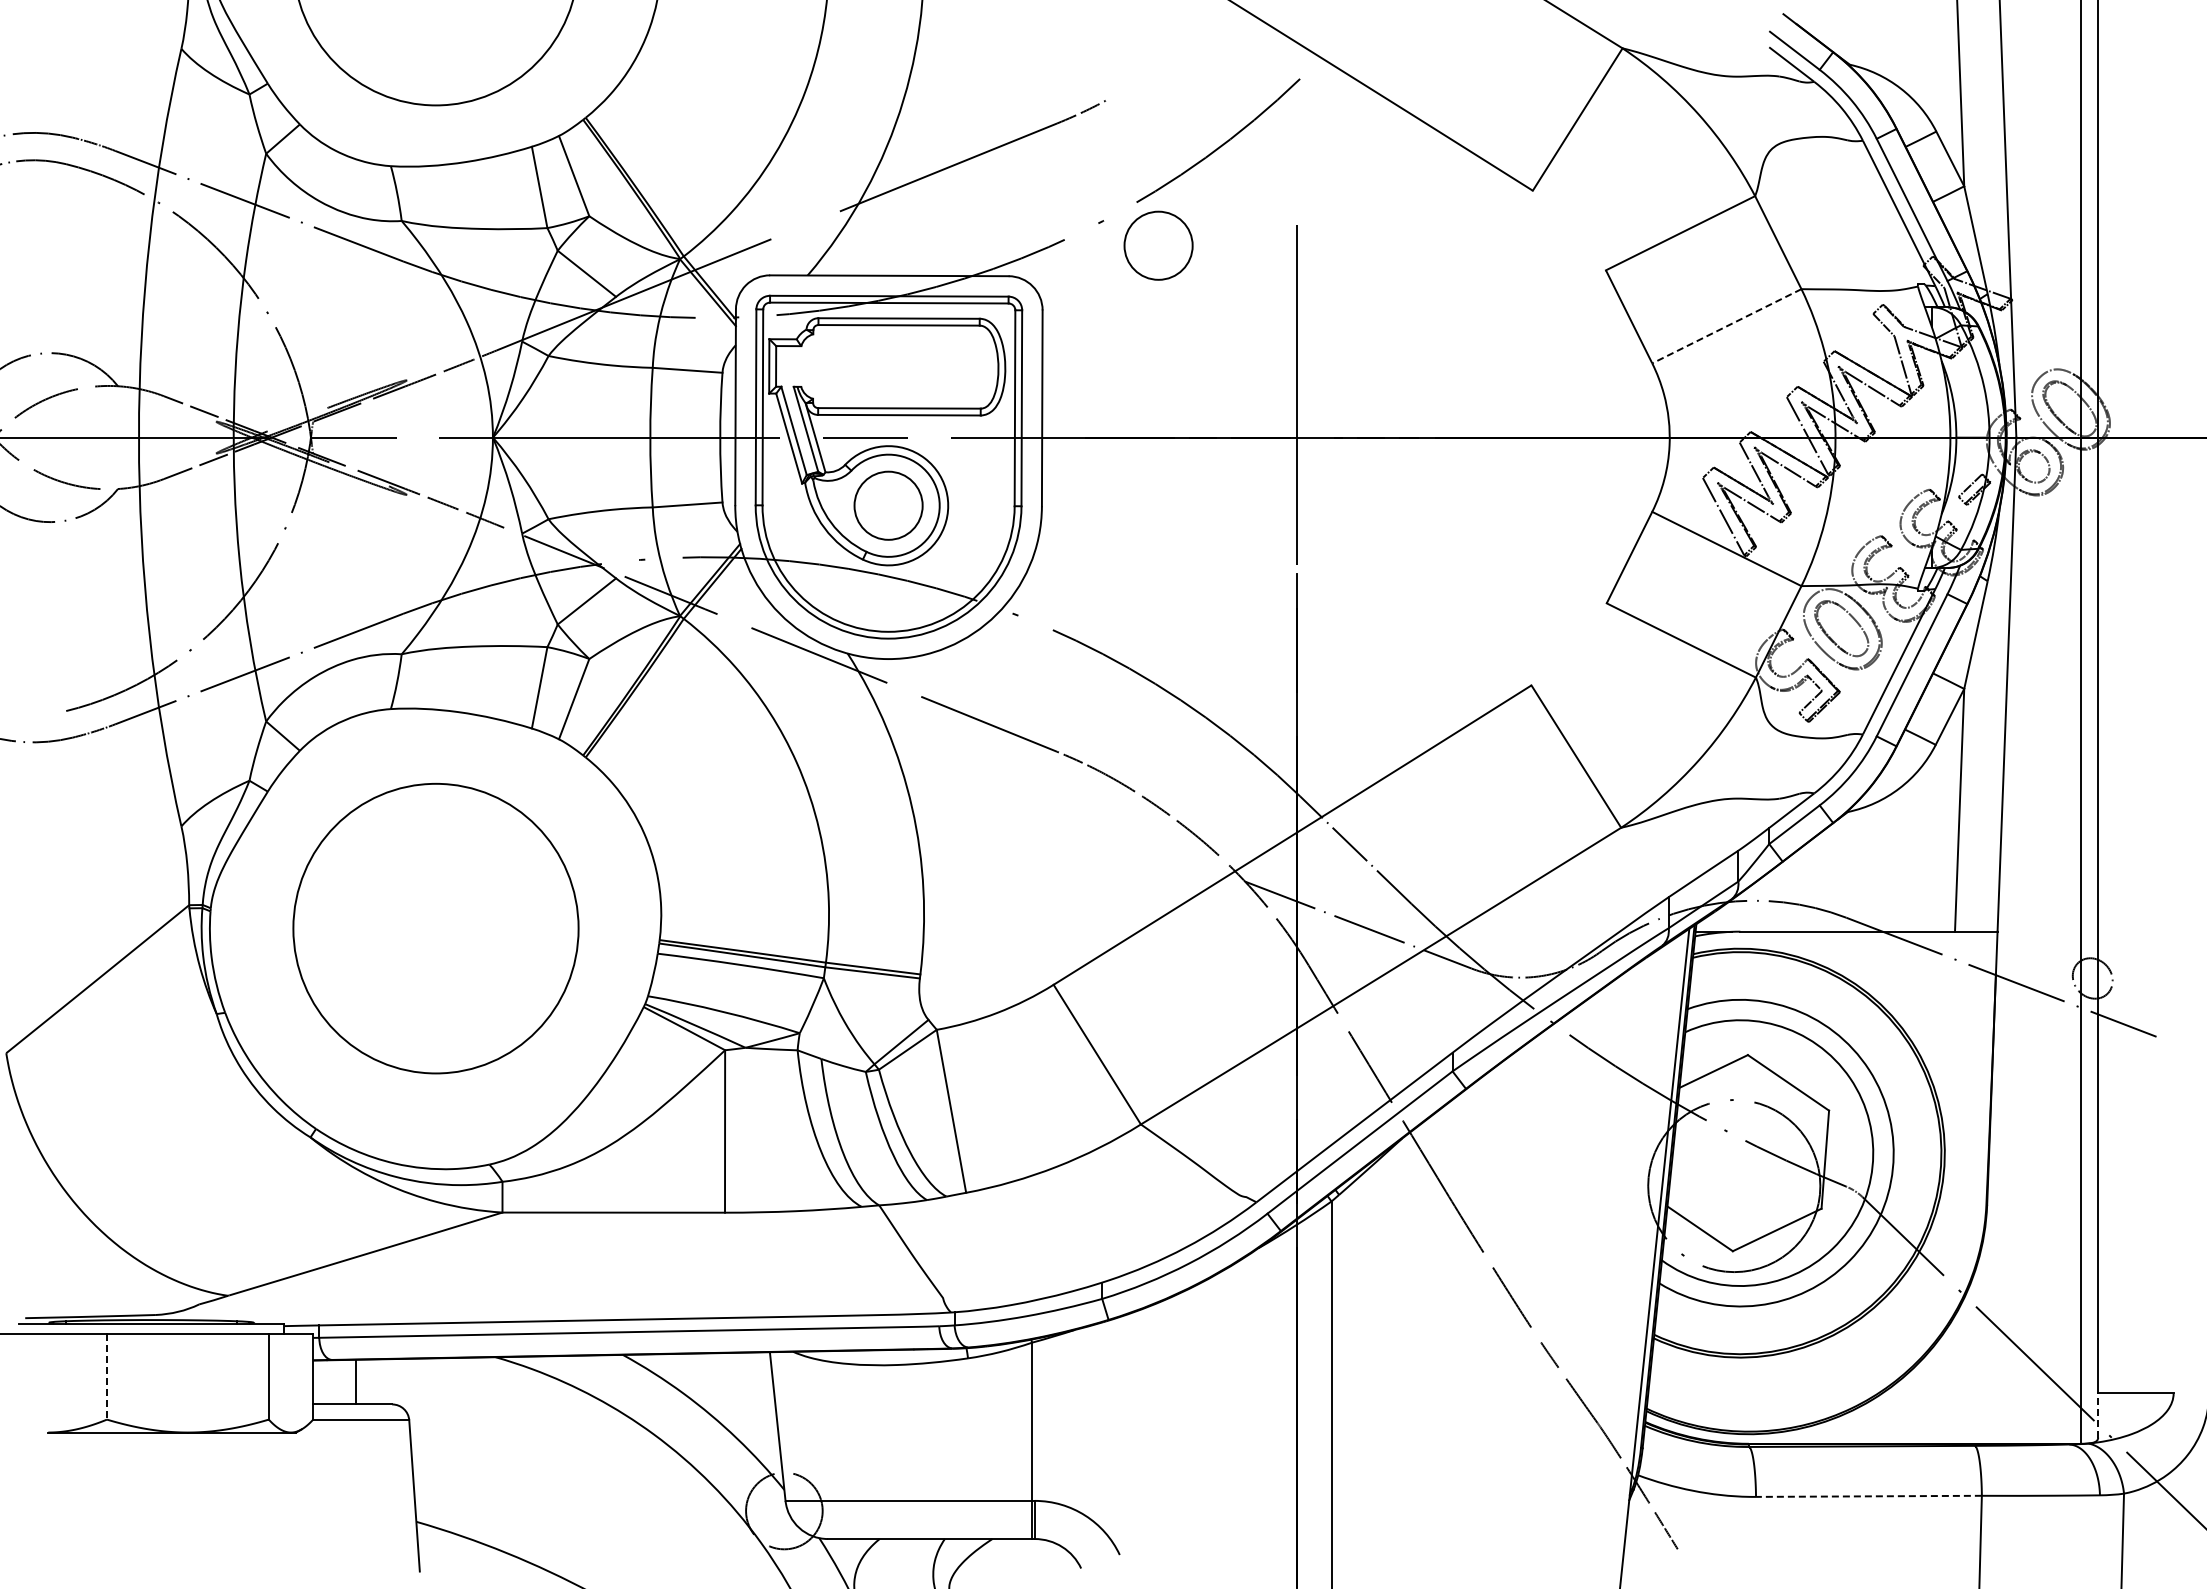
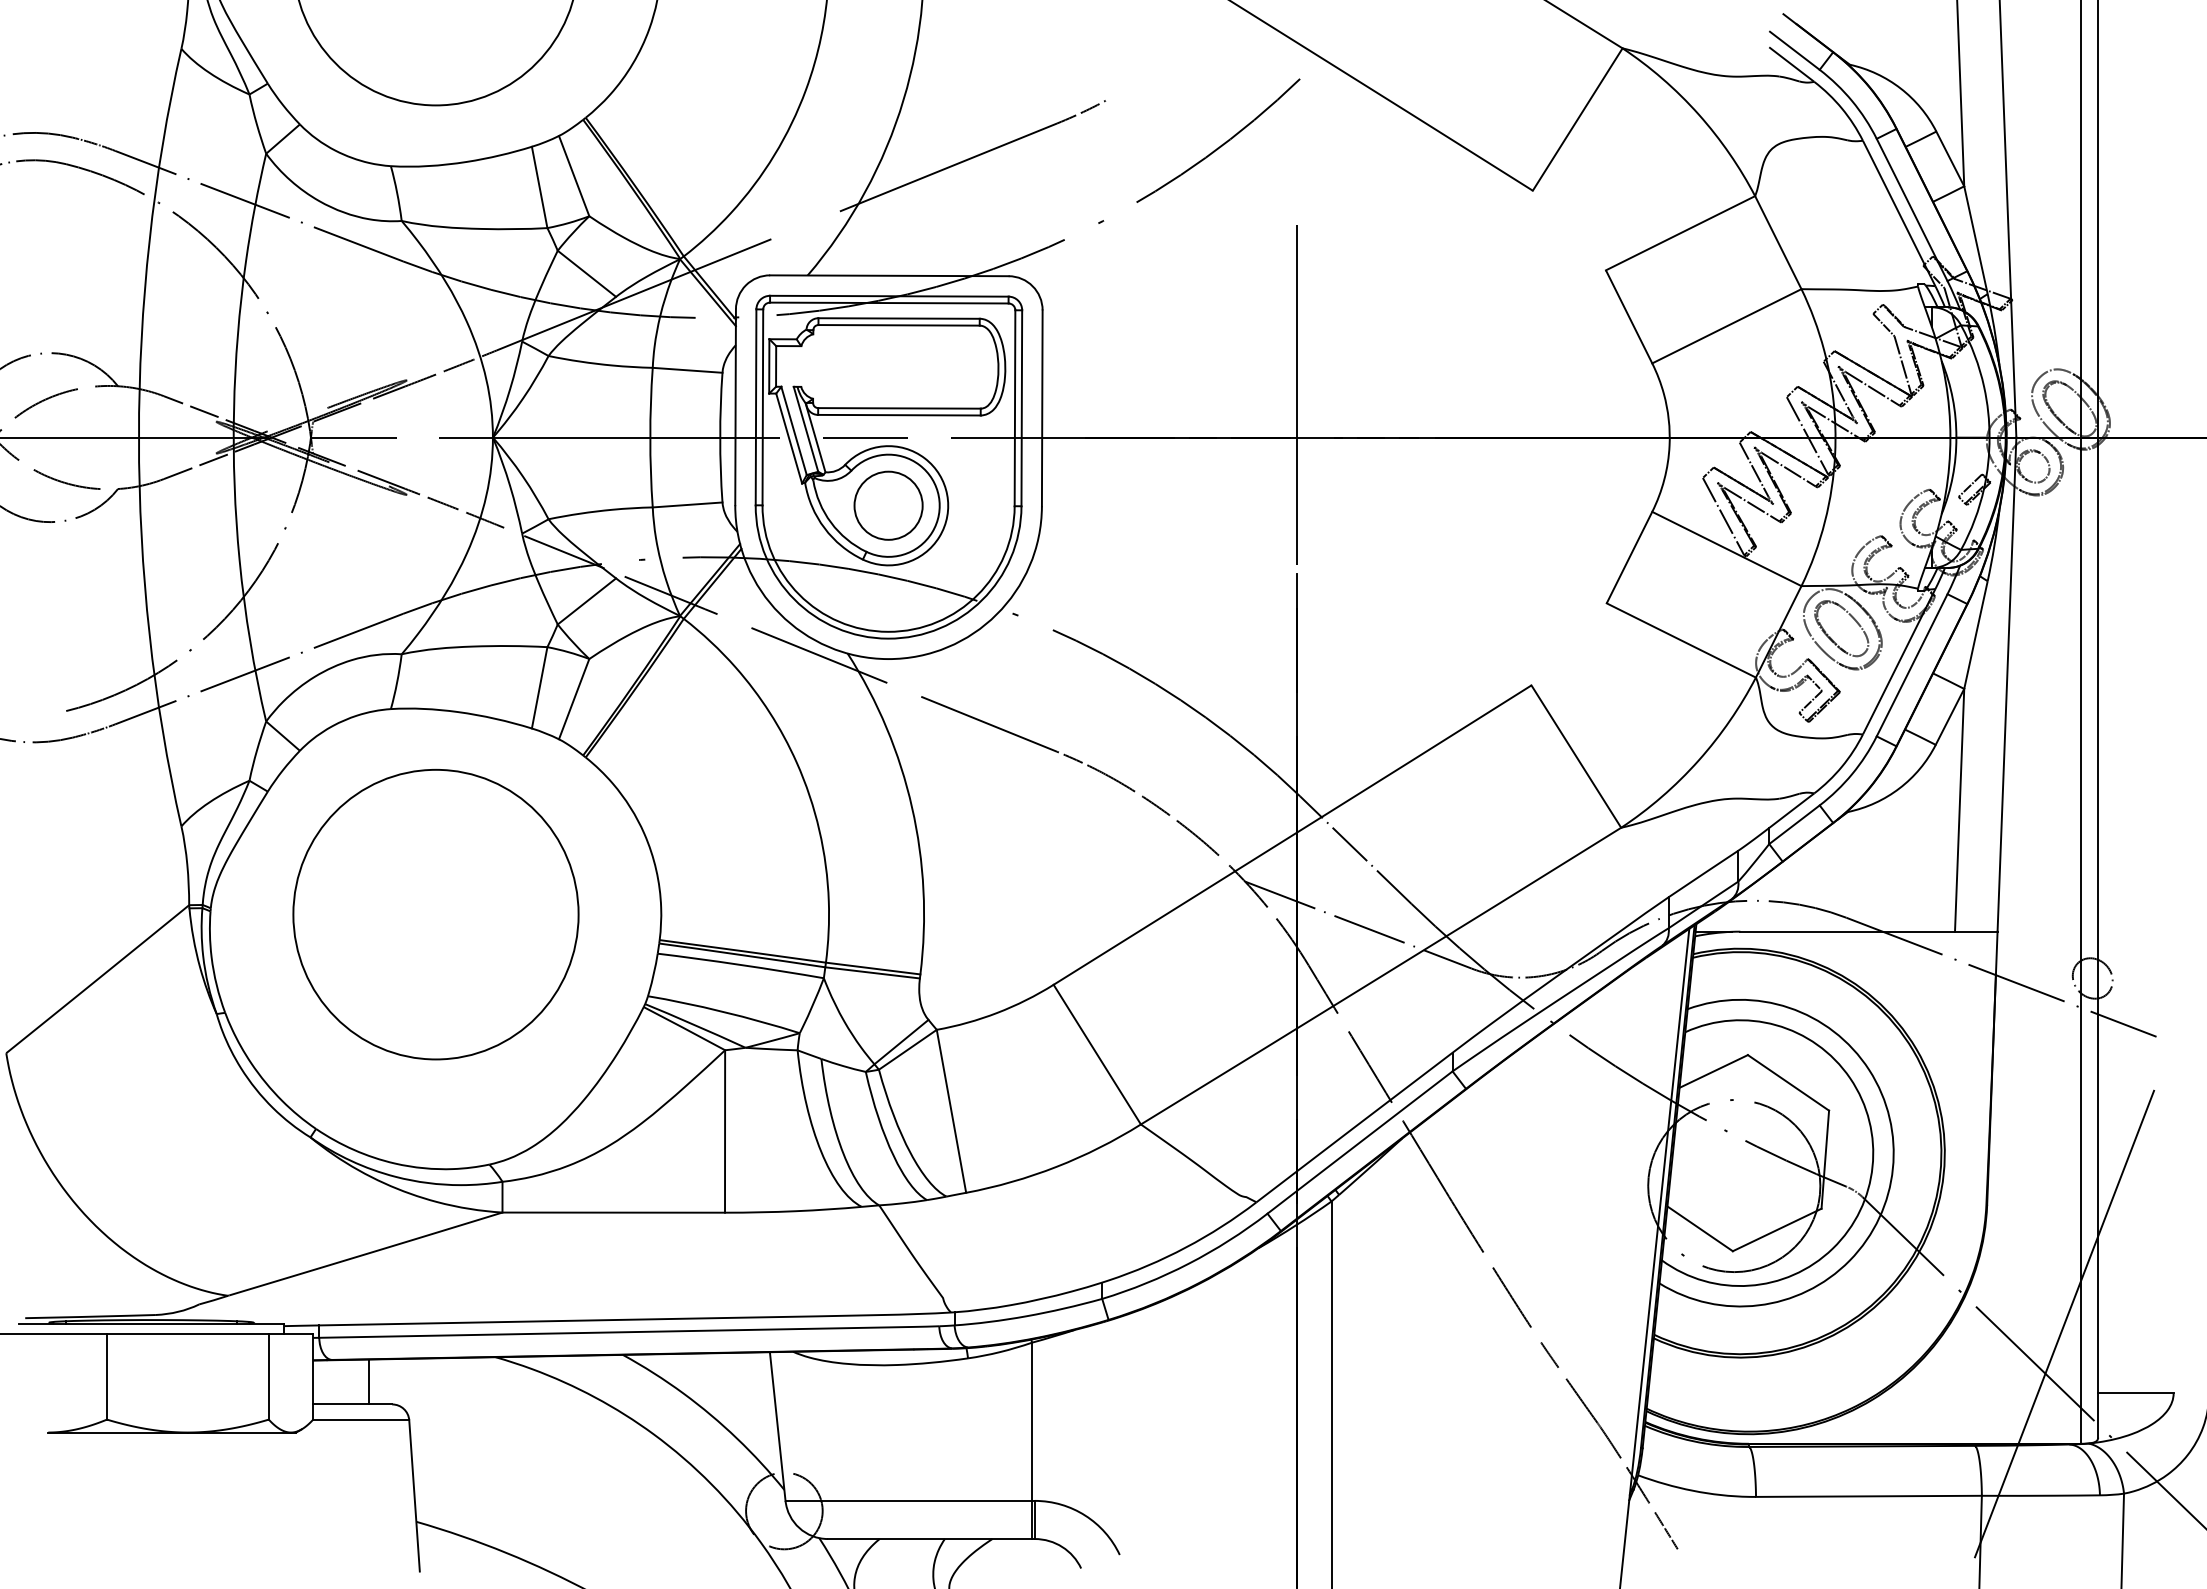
circle at (1158, 245): present -> none
line at (1726, 326): dashed -> solid
part at (435, 928) position: (435, 928) -> (435, 914)
line at (2059, 1337): none -> present
line at (106, 1376): dashed -> solid
line at (355, 1381) position: (355, 1381) -> (368, 1381)
line at (2098, 1415): dashed -> solid
line at (1868, 1496): dashed -> solid
